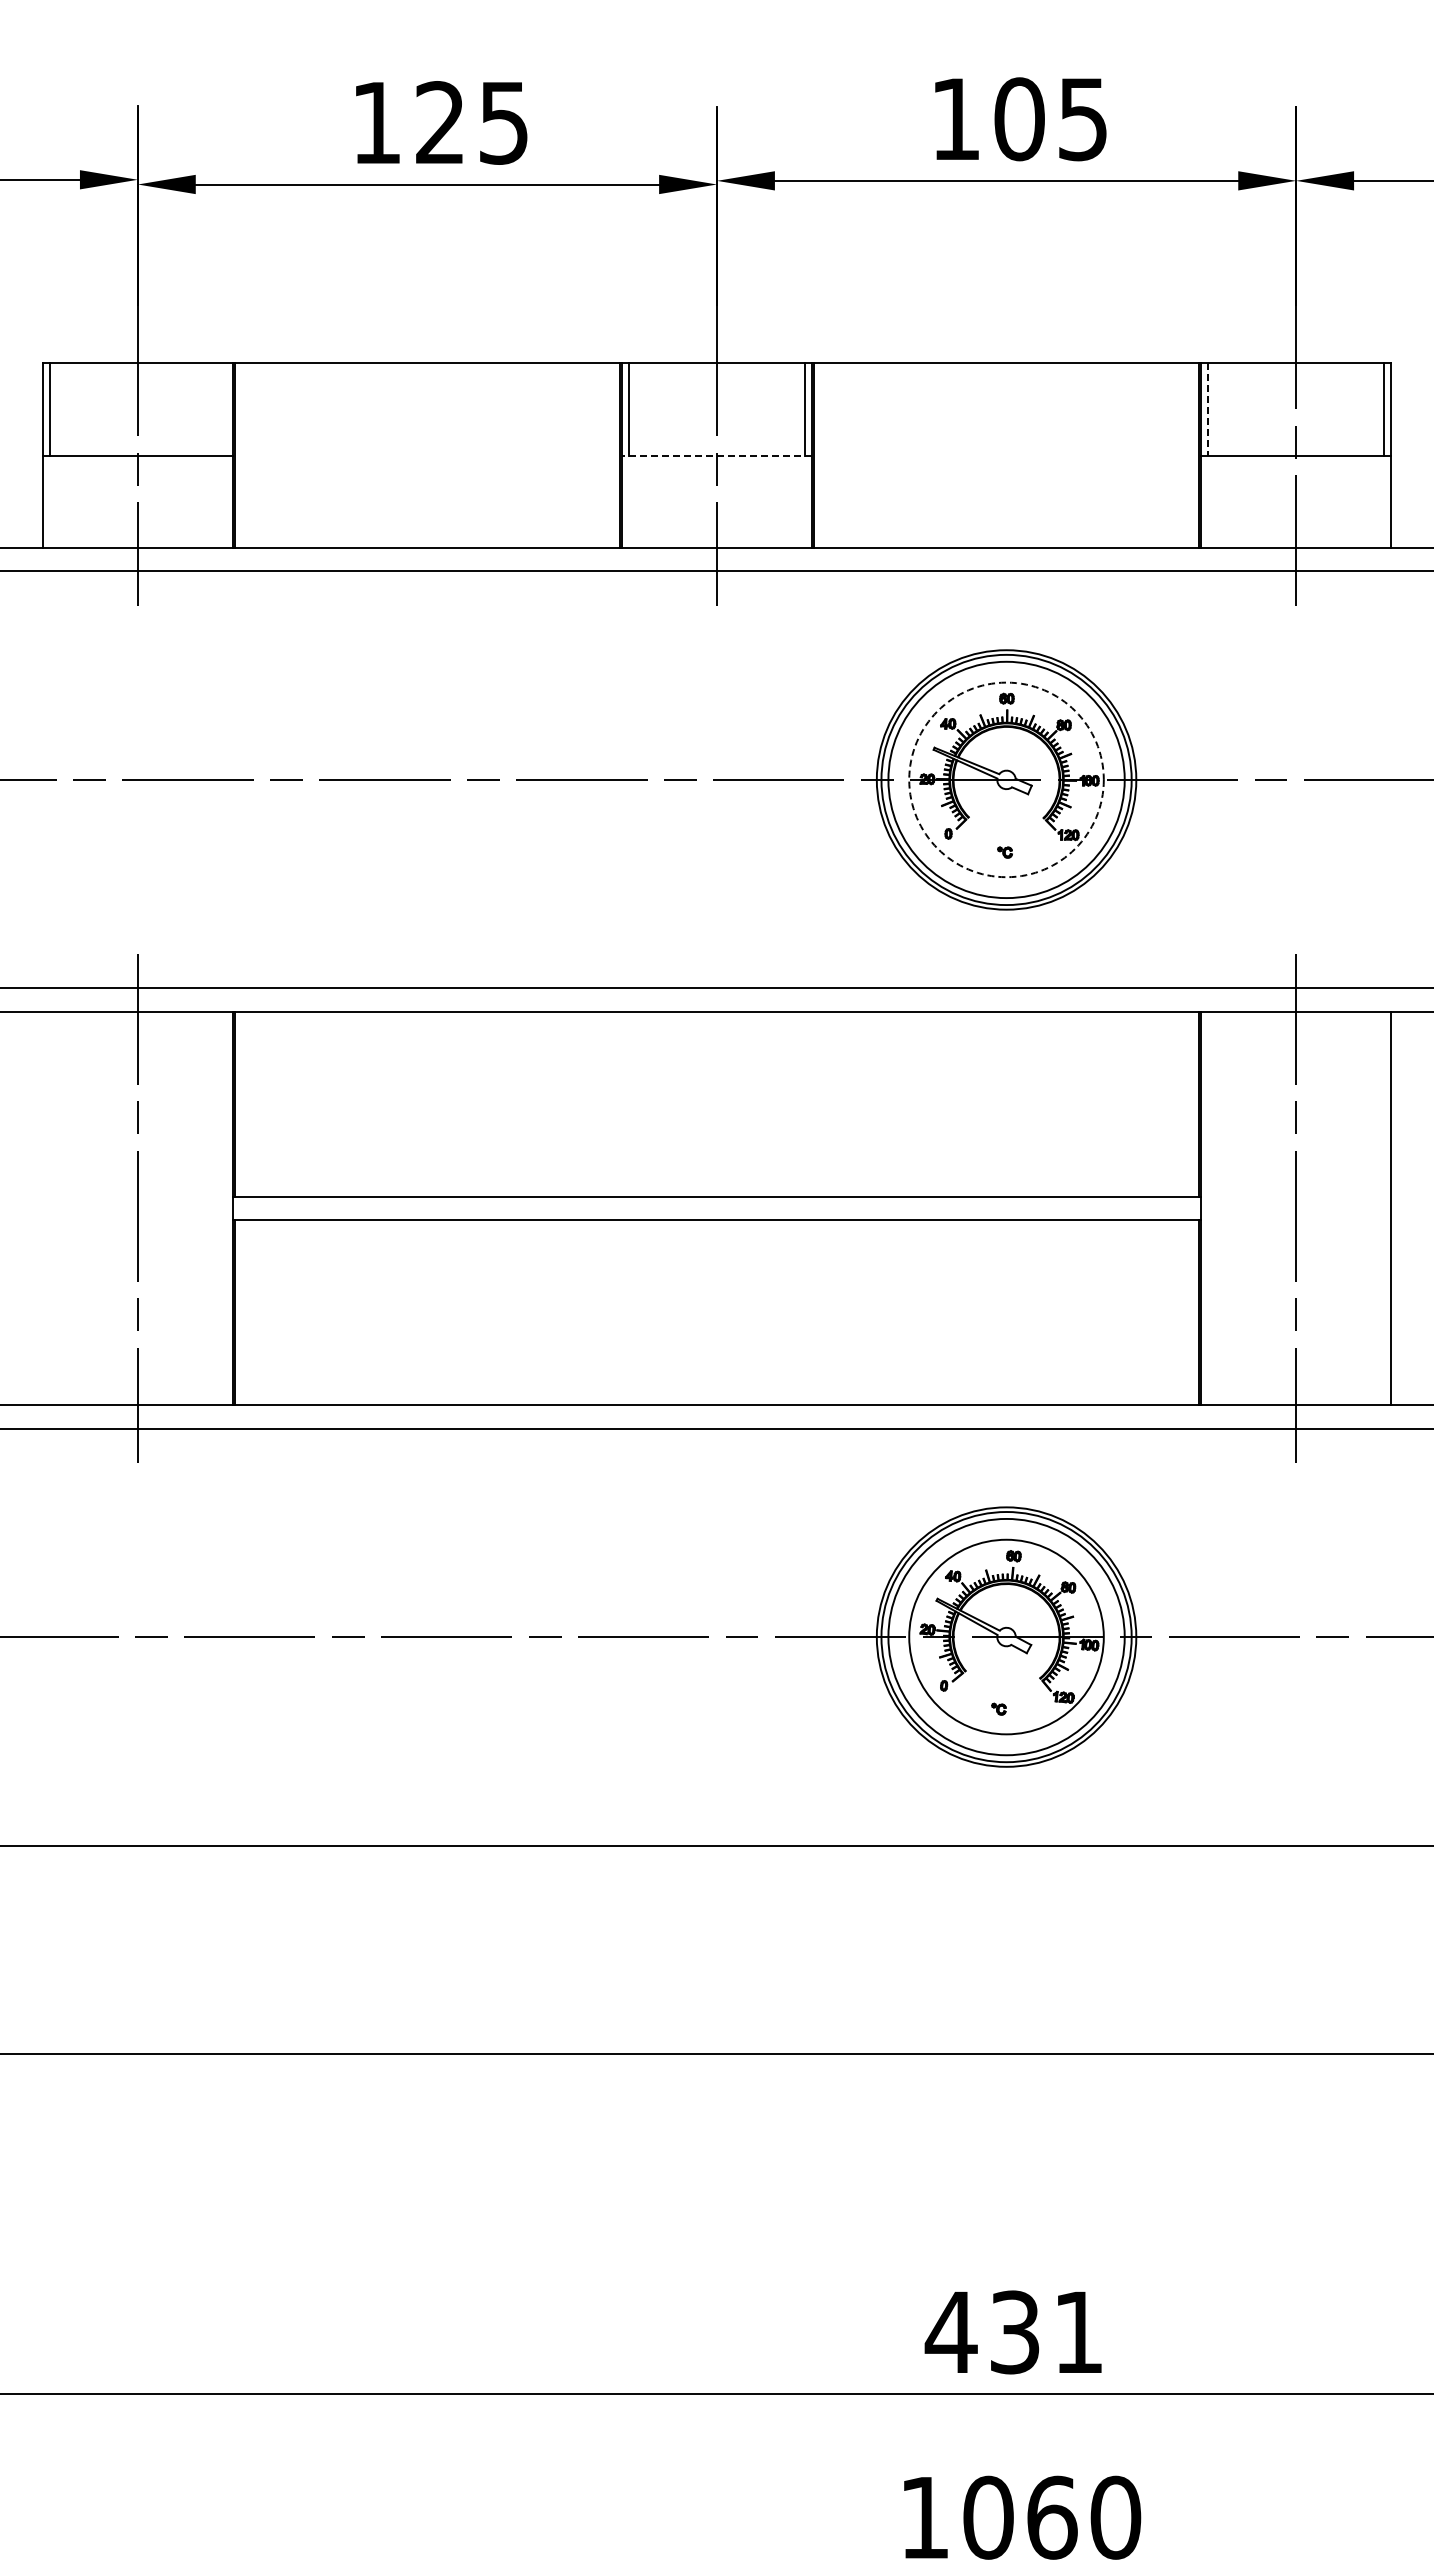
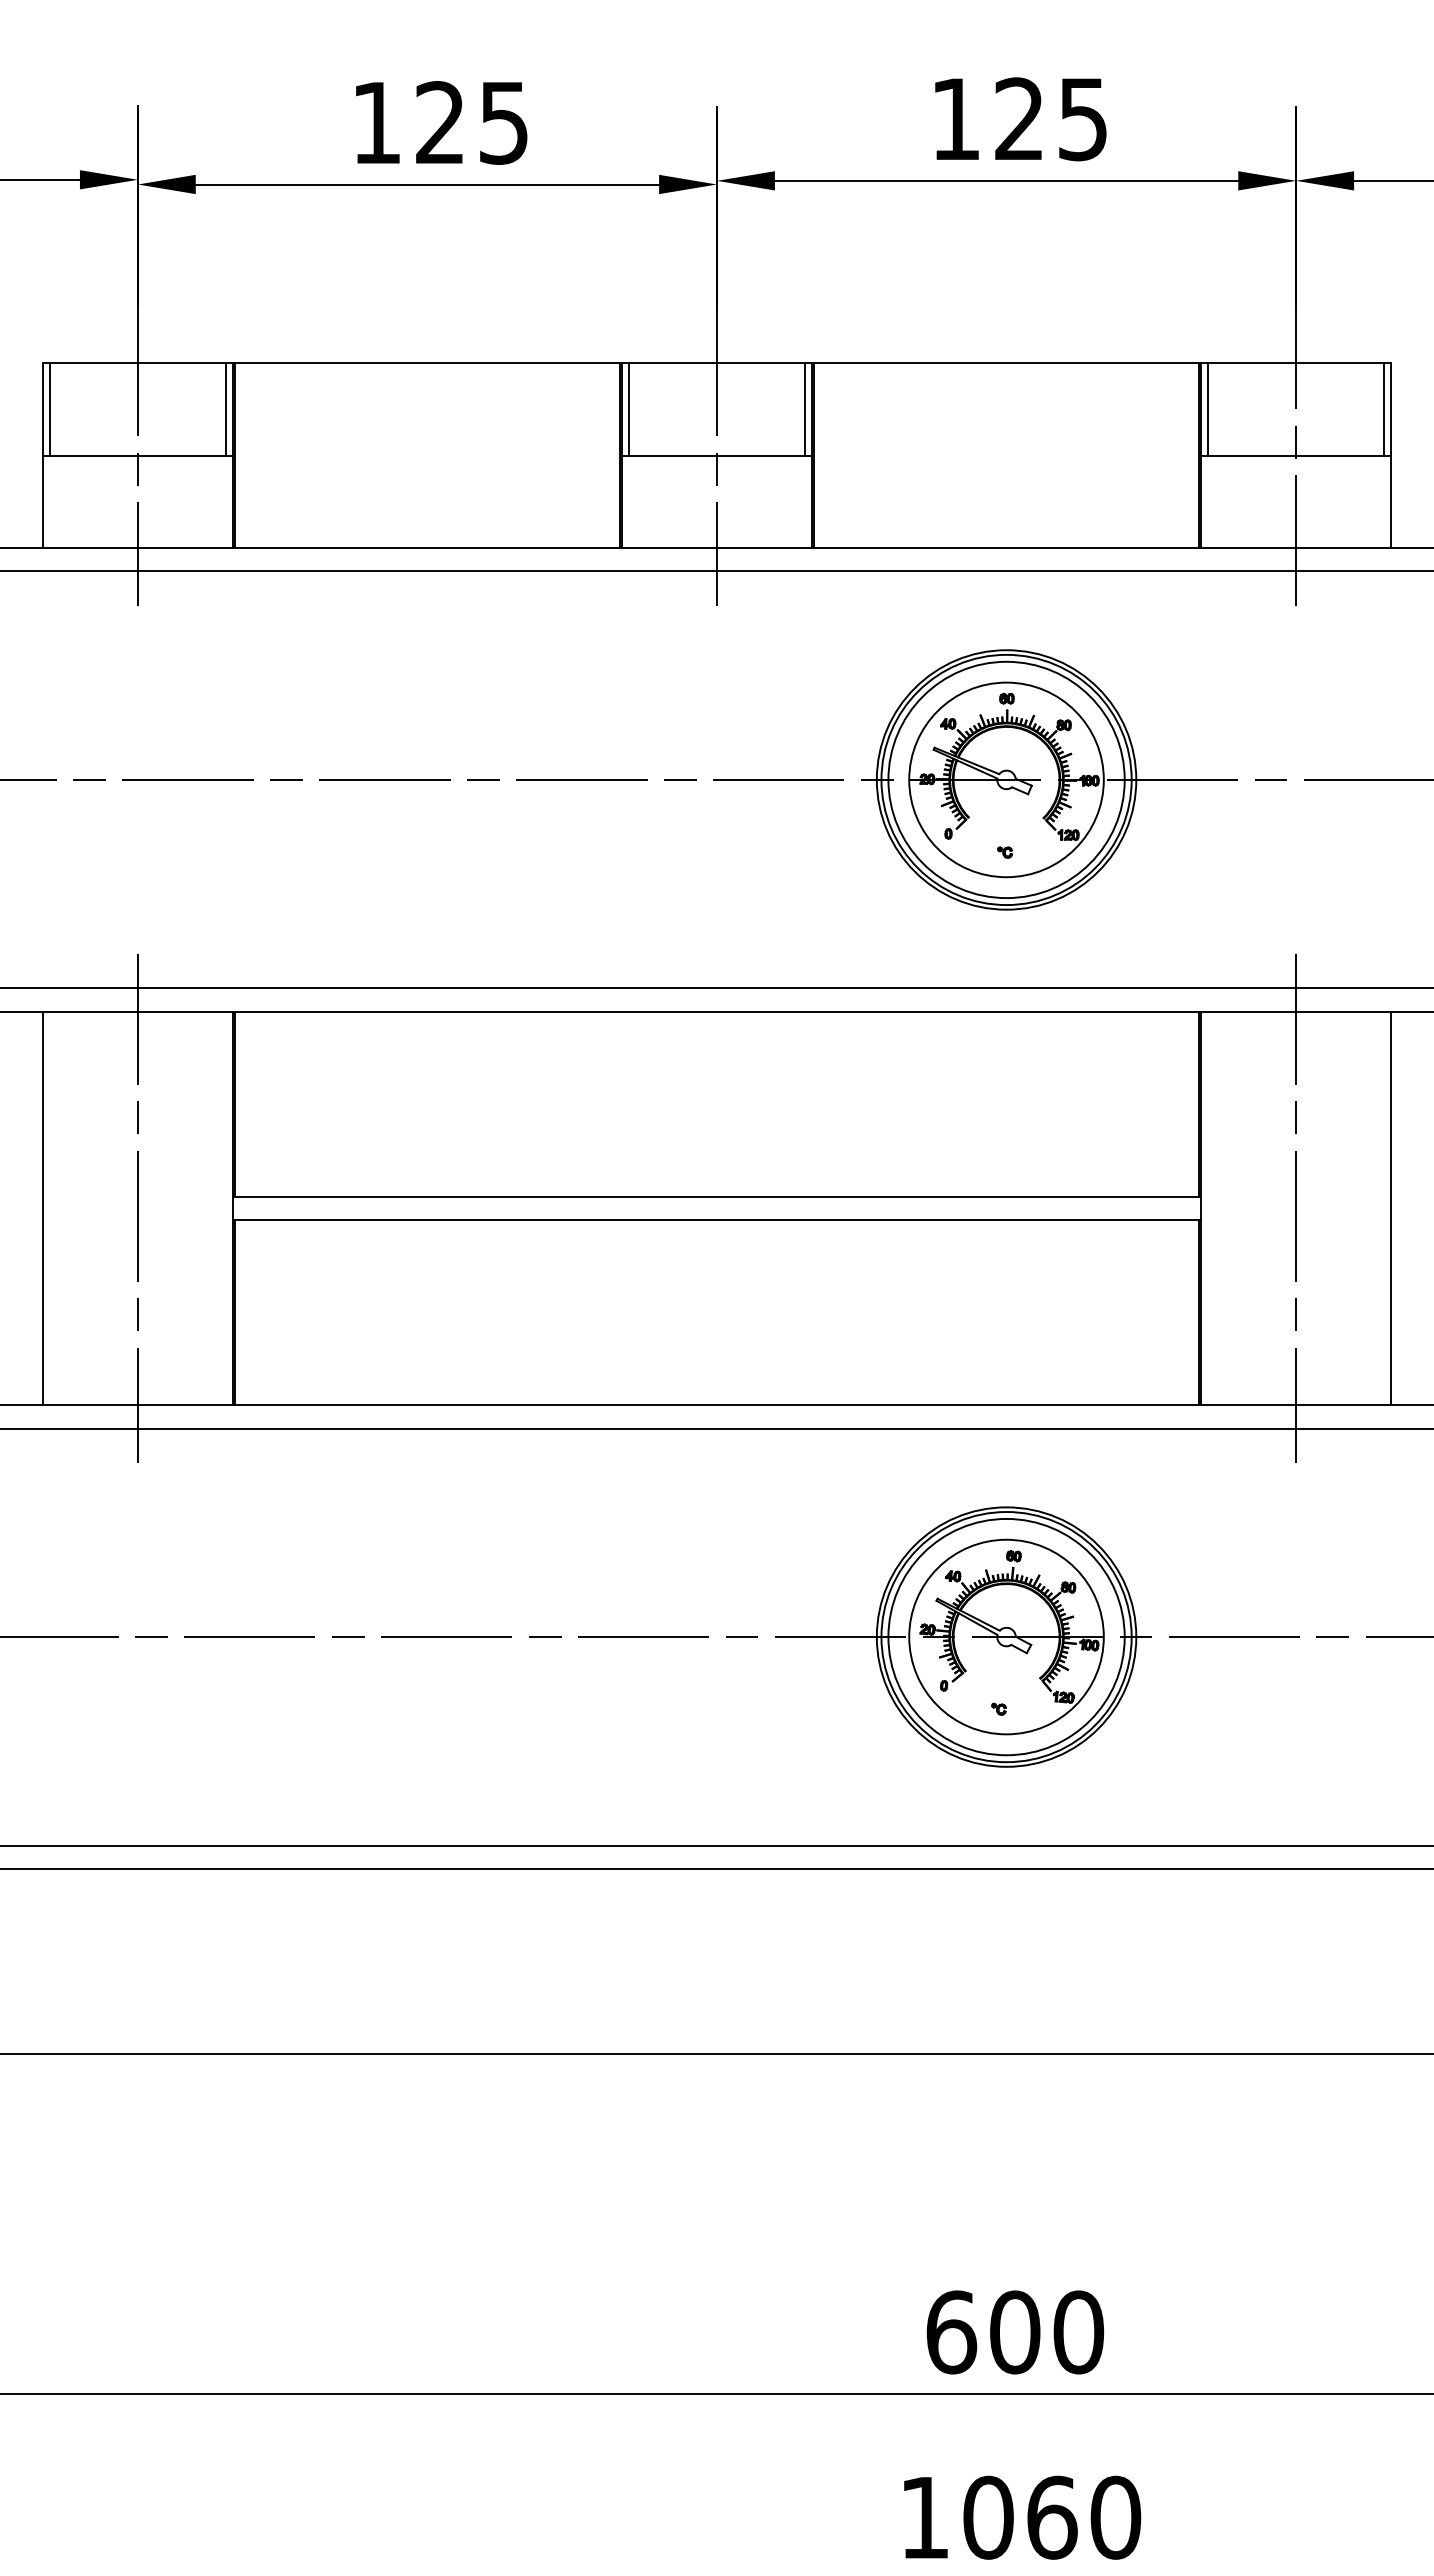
text at (1019, 119): 105 -> 125
line at (225, 408): none -> present
line at (1208, 409): dashed -> solid
line at (716, 455): dashed -> solid
circle at (1006, 779): dashed -> solid
line at (42, 1208): none -> present
line at (716, 1868): none -> present
text at (1014, 2332): 431 -> 600
